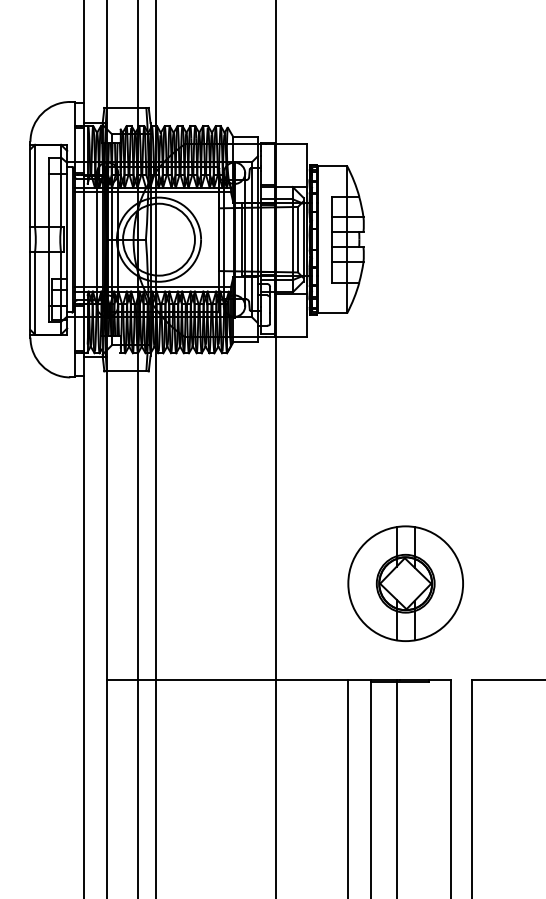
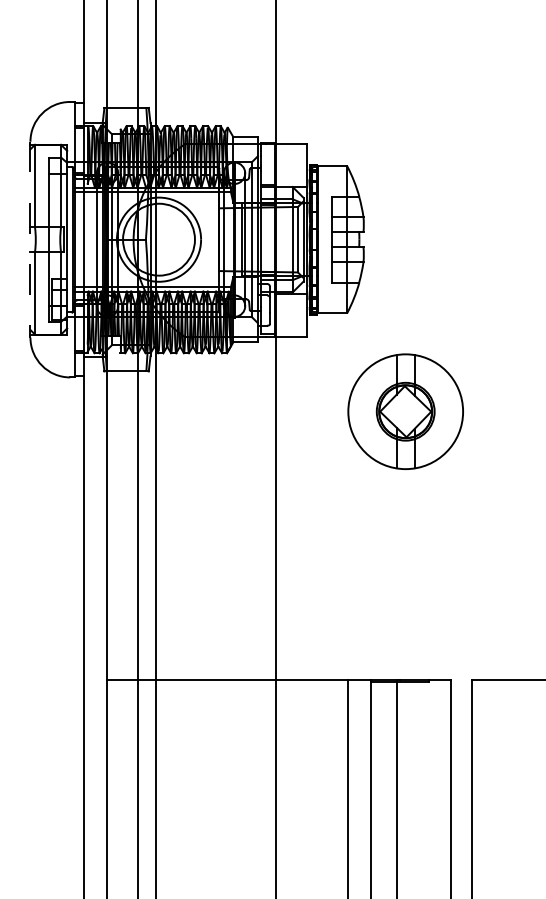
line at (30, 239): solid -> dashed
part at (405, 583) position: (405, 583) -> (405, 411)
